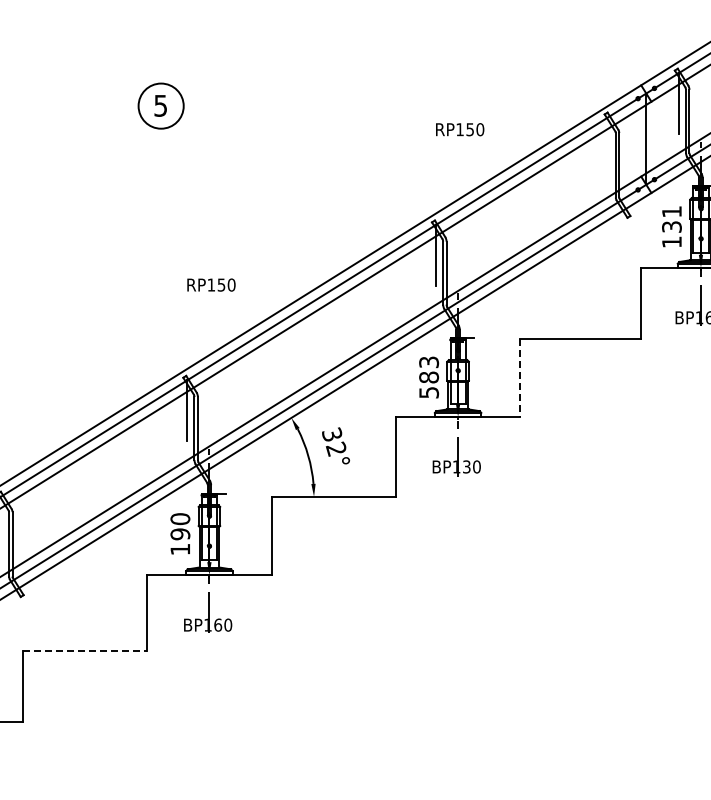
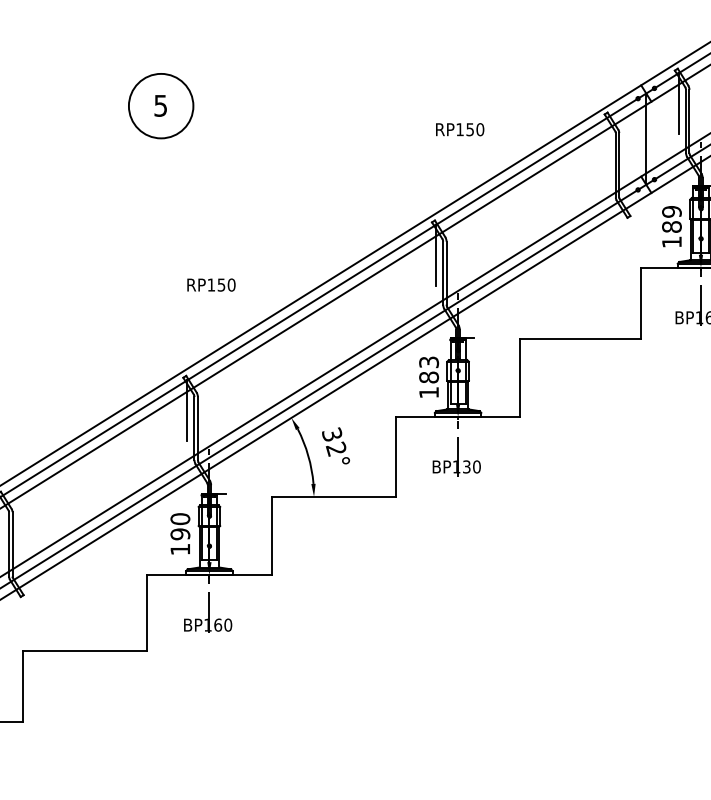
circle at (160, 105) diameter: 45 px -> 64 px
text at (671, 219): 131 -> 189
line at (520, 378): dashed -> solid
text at (429, 392): 583 -> 183
line at (85, 650): dashed -> solid
